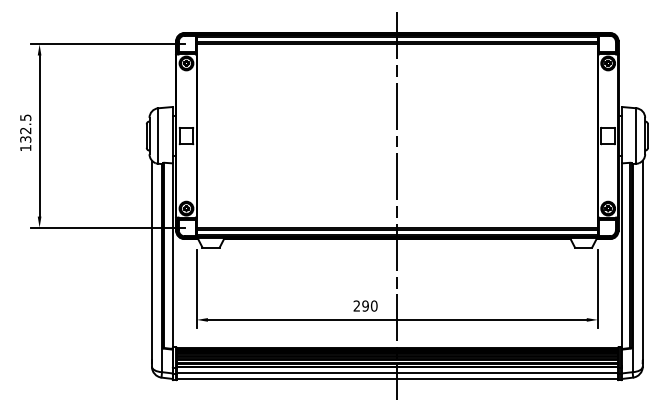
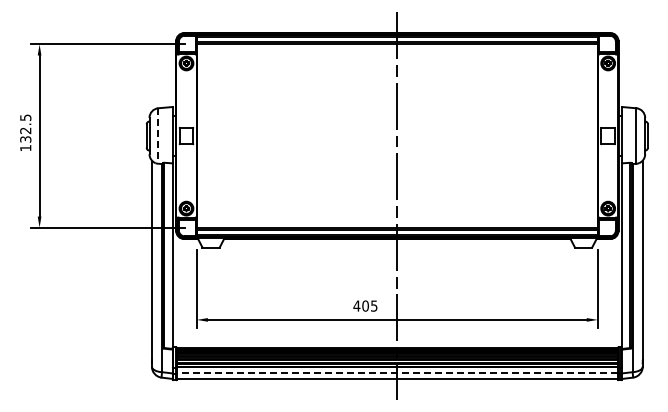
line at (158, 136): solid -> dashed
text at (365, 305): 290 -> 405
line at (397, 373): solid -> dashed
